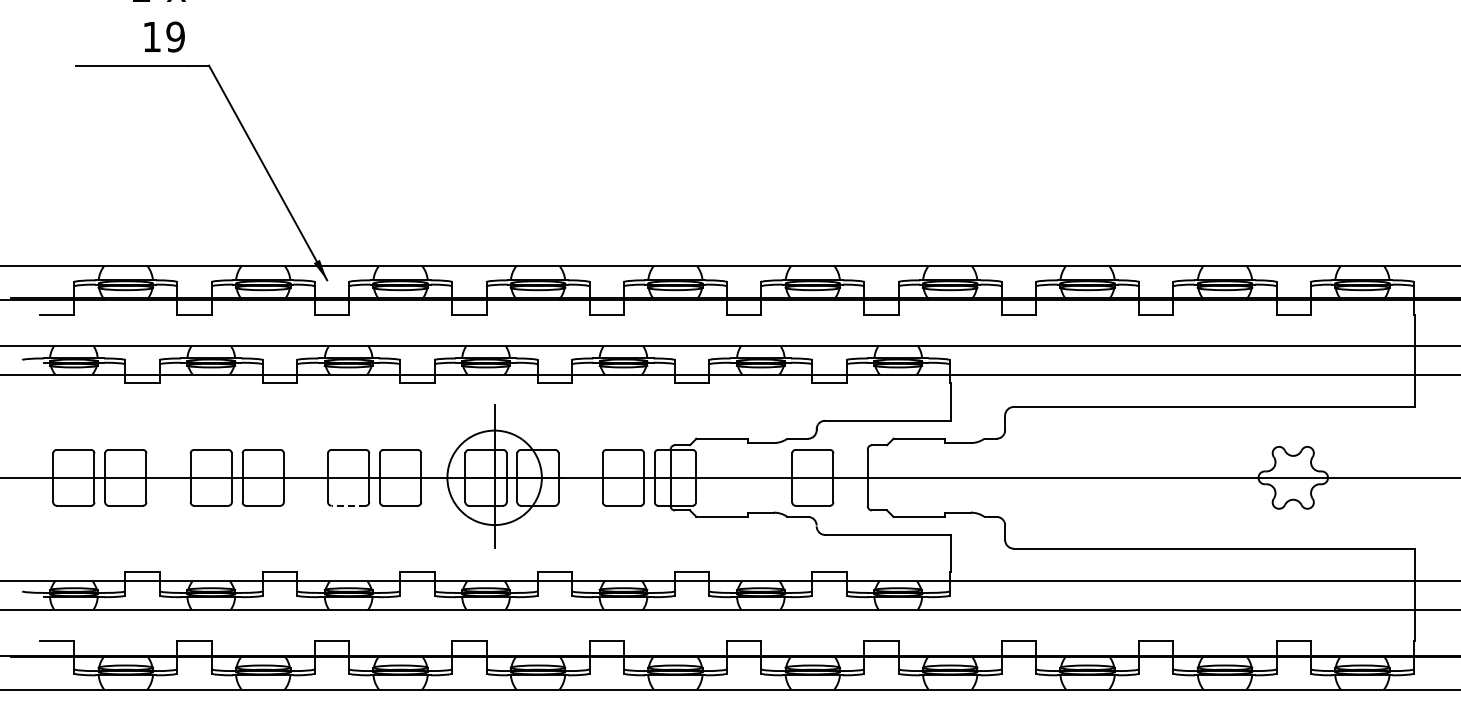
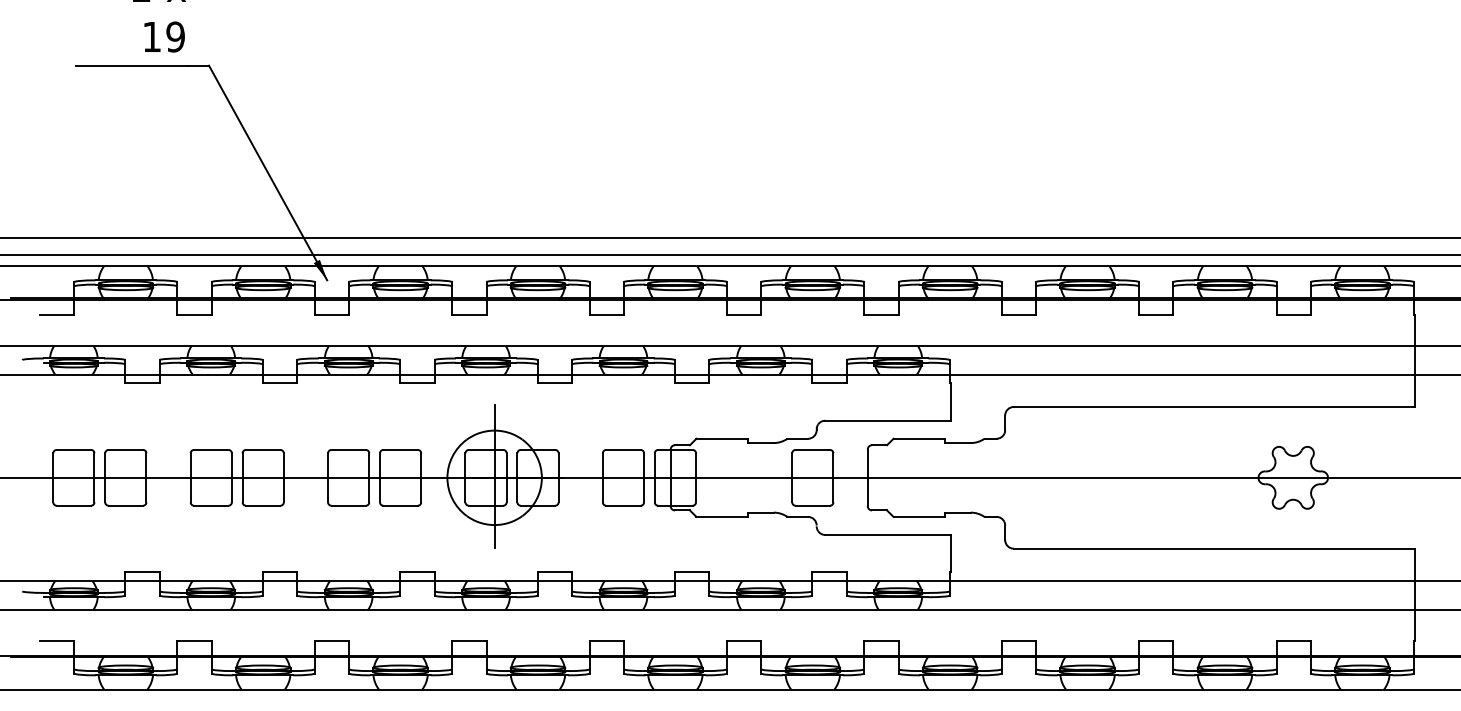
line at (729, 238): none -> present
line at (729, 254): none -> present
line at (348, 505): dashed -> solid
